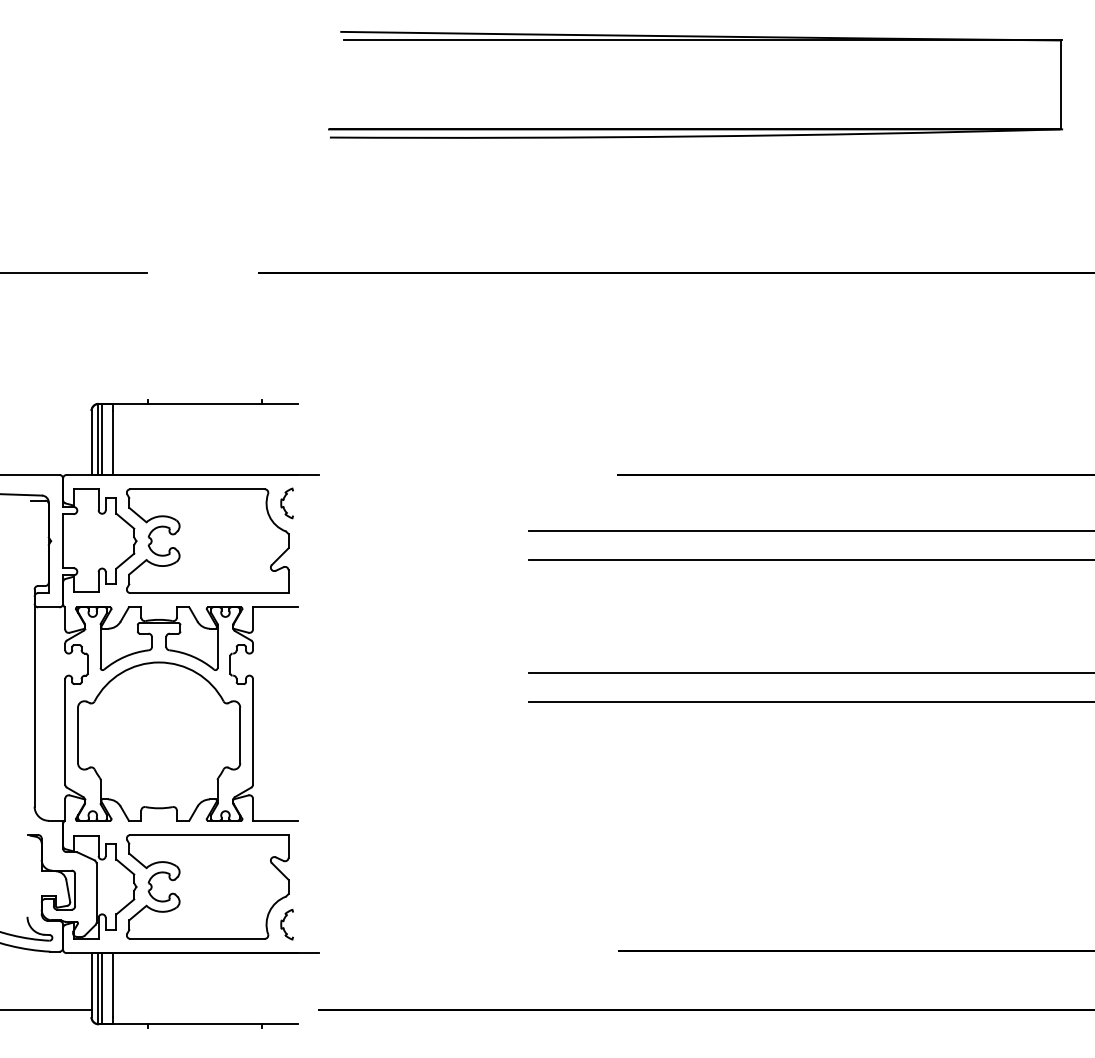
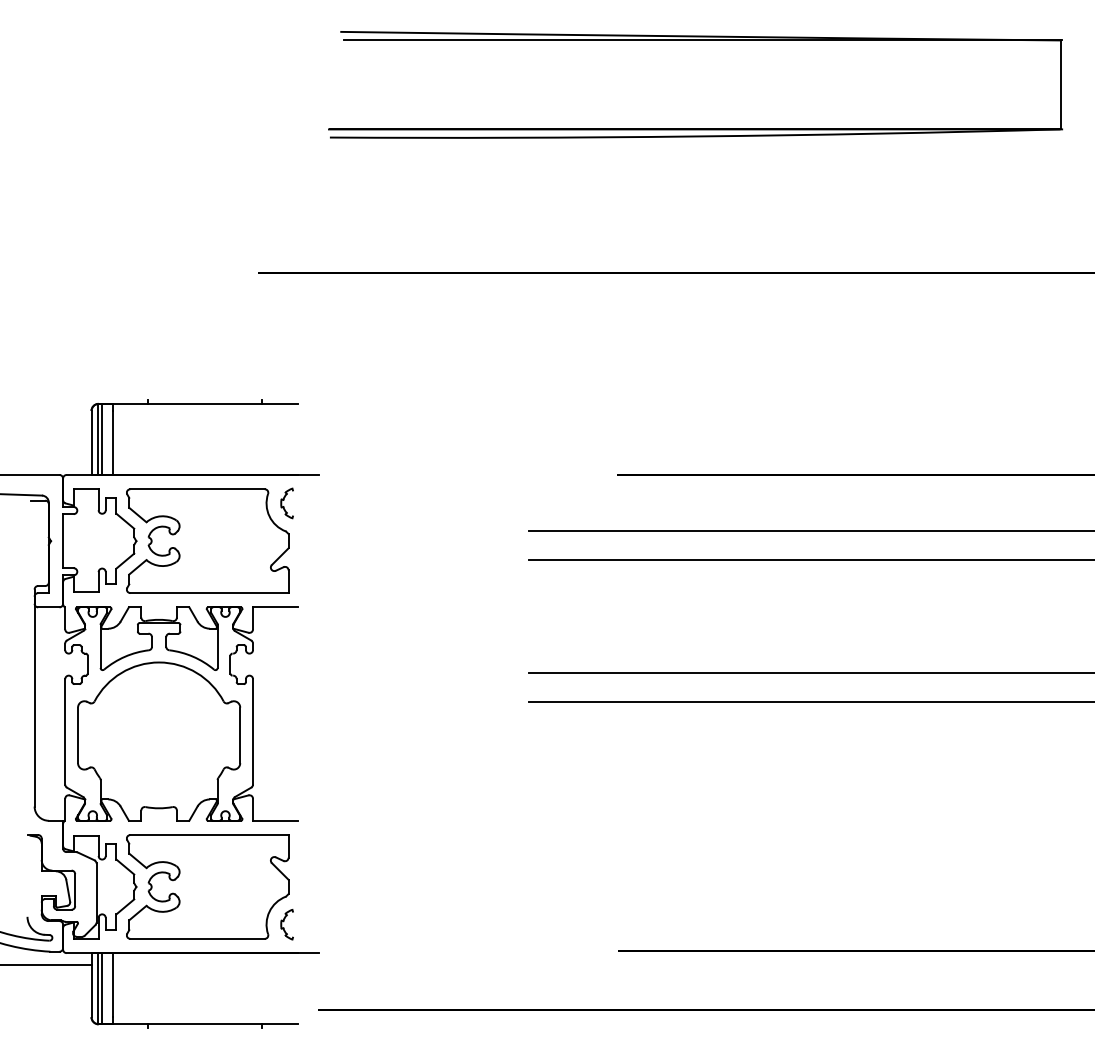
line at (74, 272): present -> none
line at (46, 1010) position: (46, 1010) -> (46, 965)
